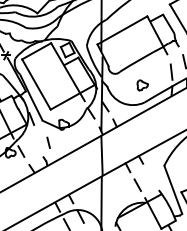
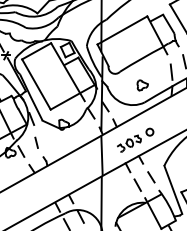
part at (135, 139): none -> present
line at (48, 142) position: (48, 142) -> (36, 142)
line at (151, 177): none -> present
